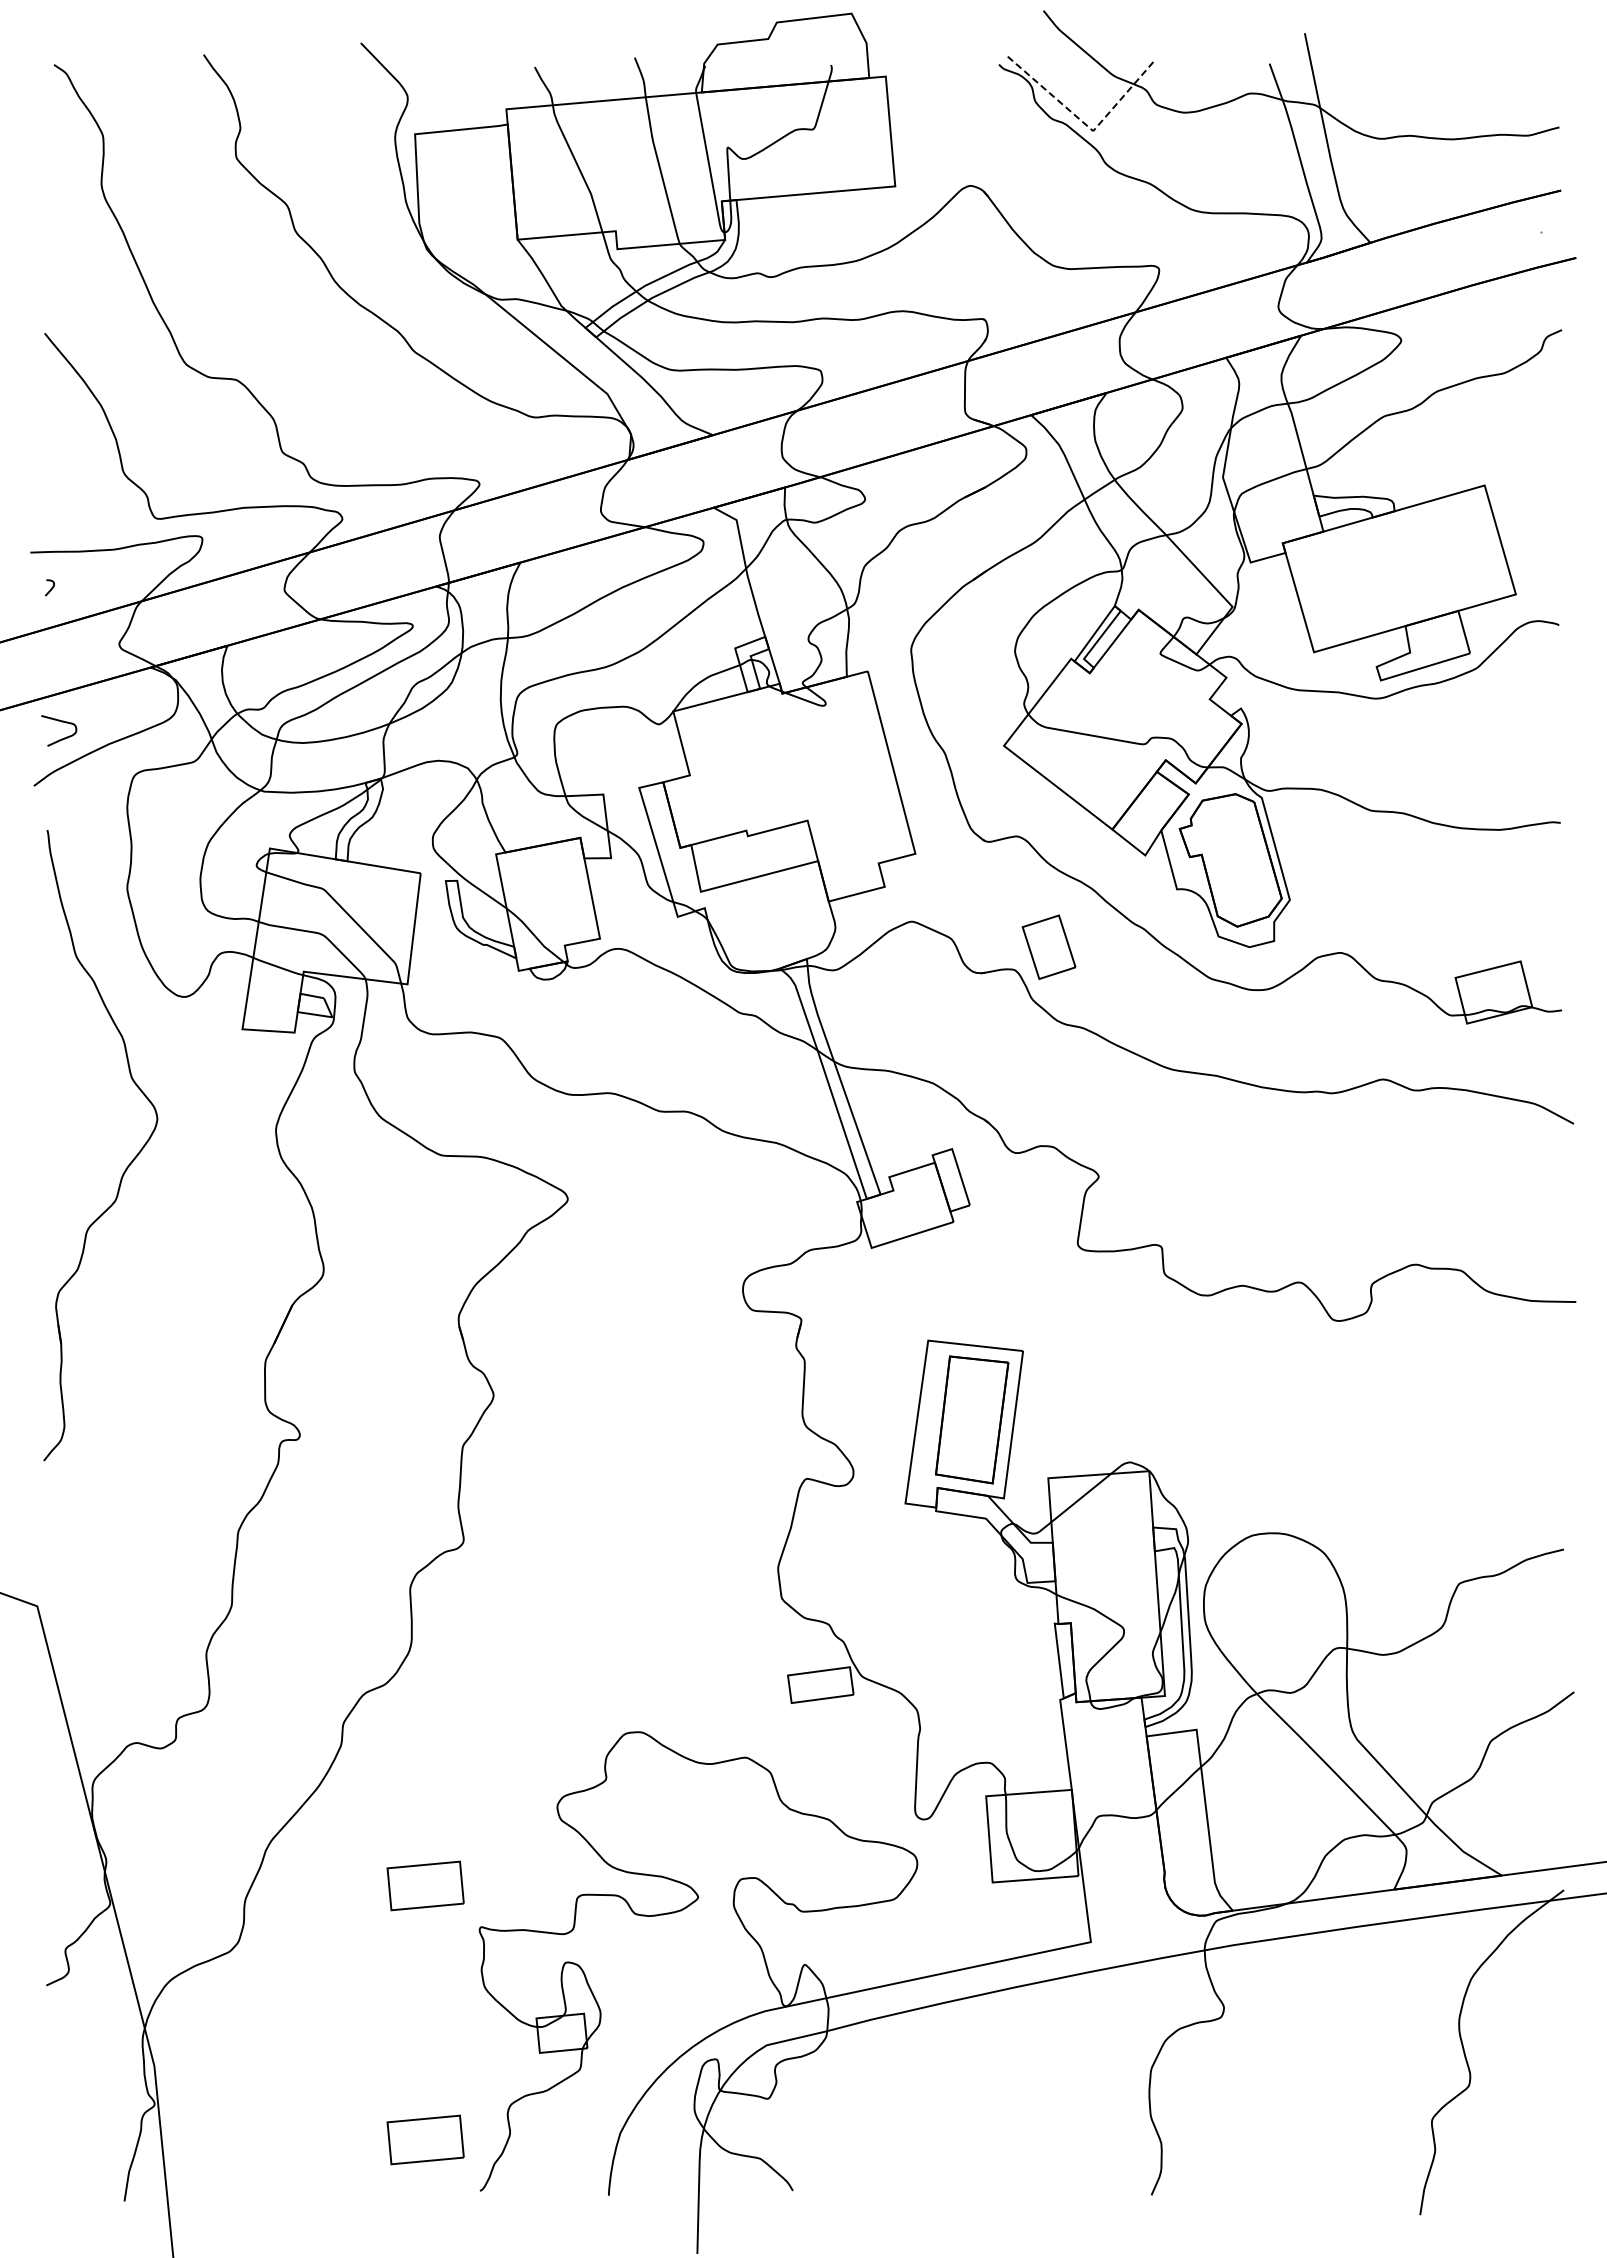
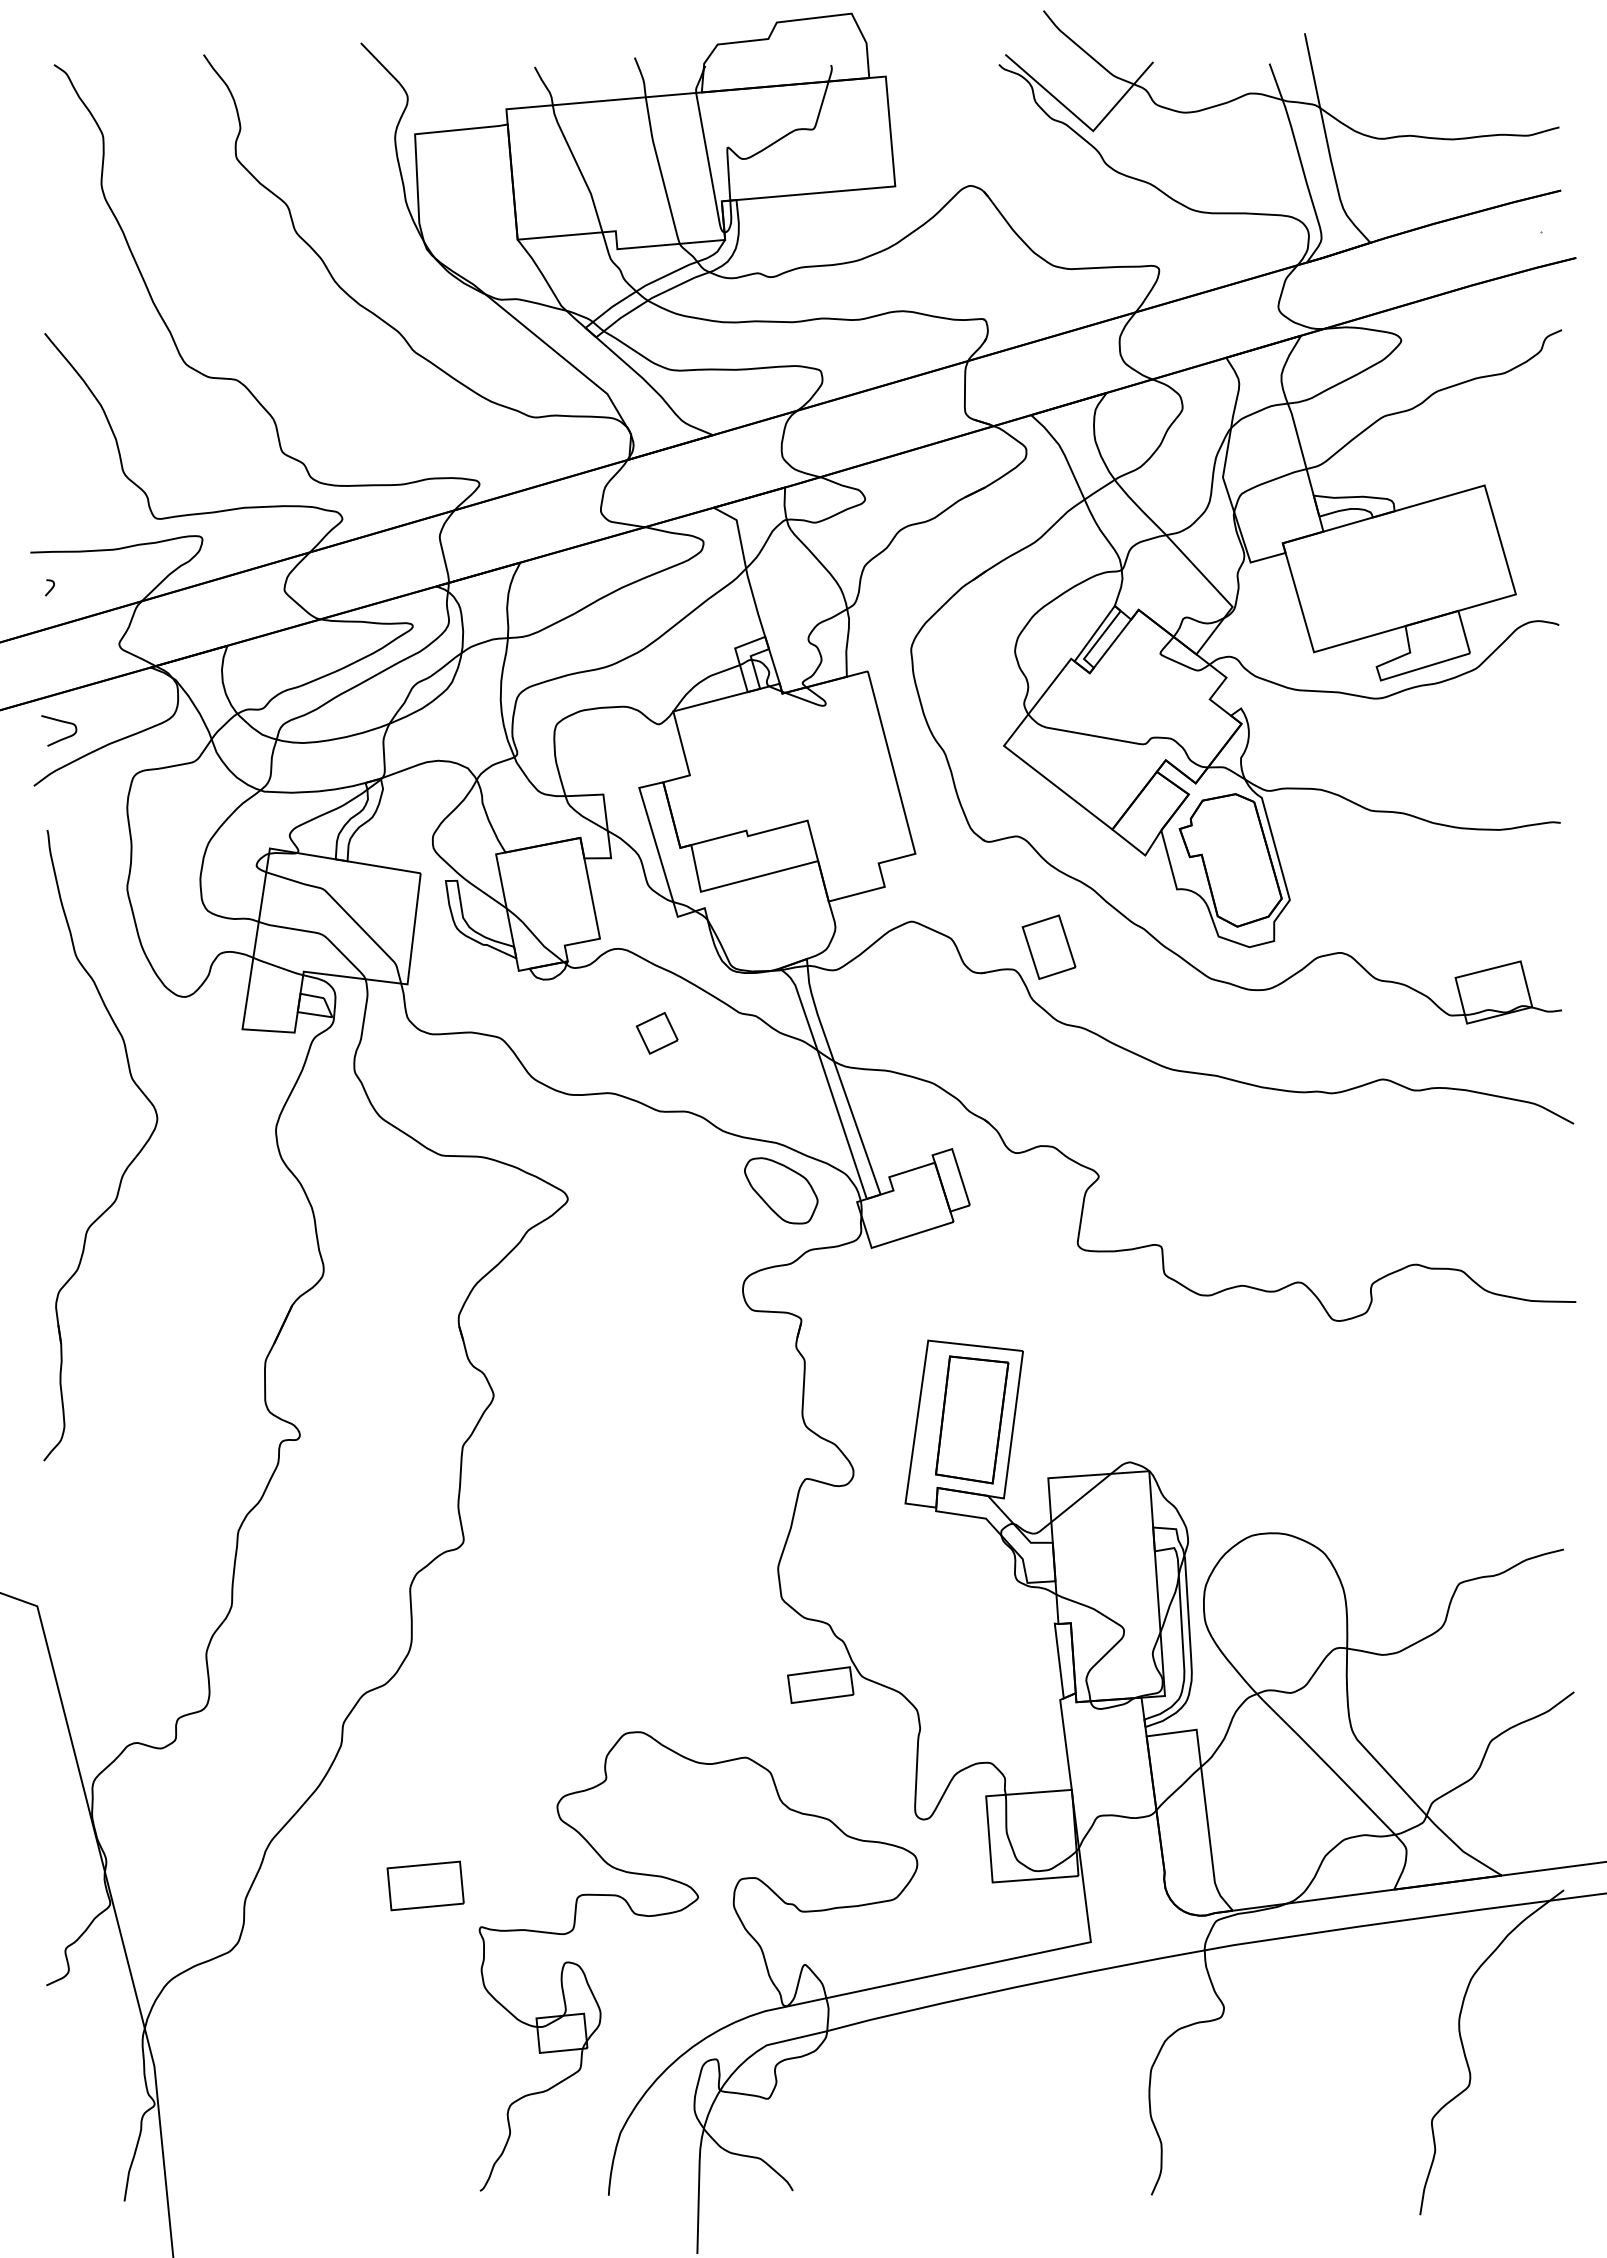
line at (1084, 123): dashed -> solid
part at (656, 1033): none -> present
part at (781, 1190): none -> present
part at (425, 2139): present -> none
